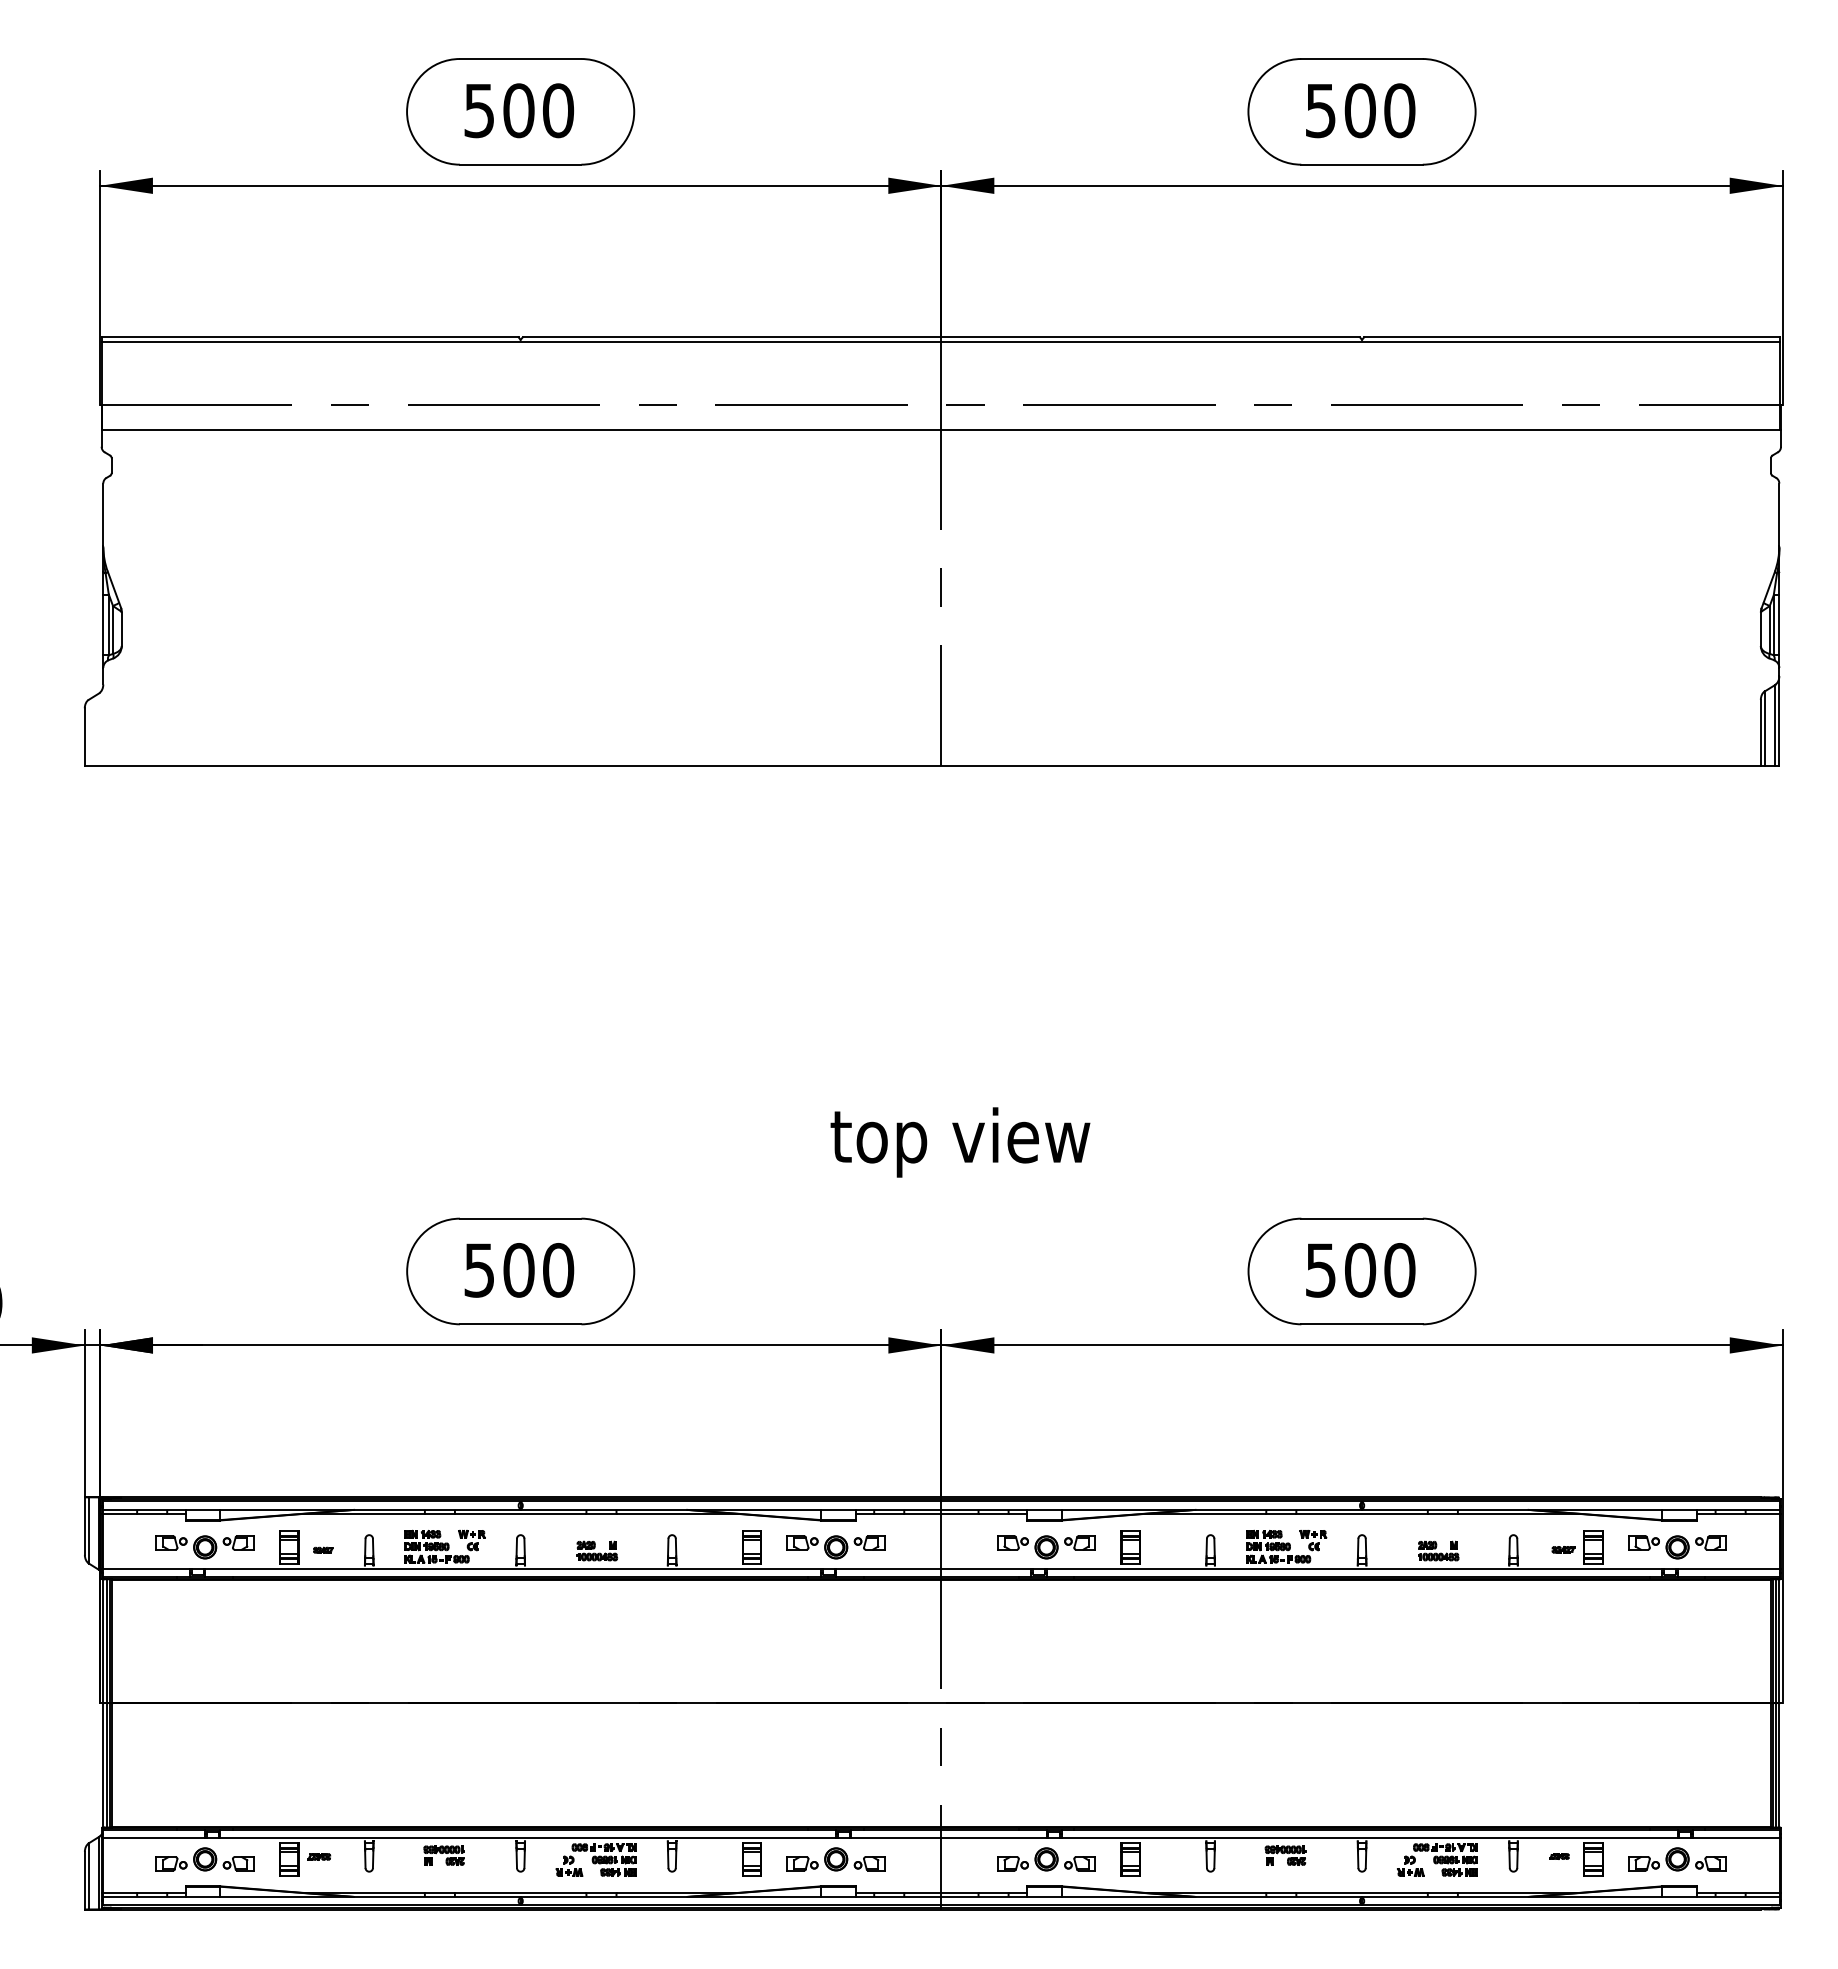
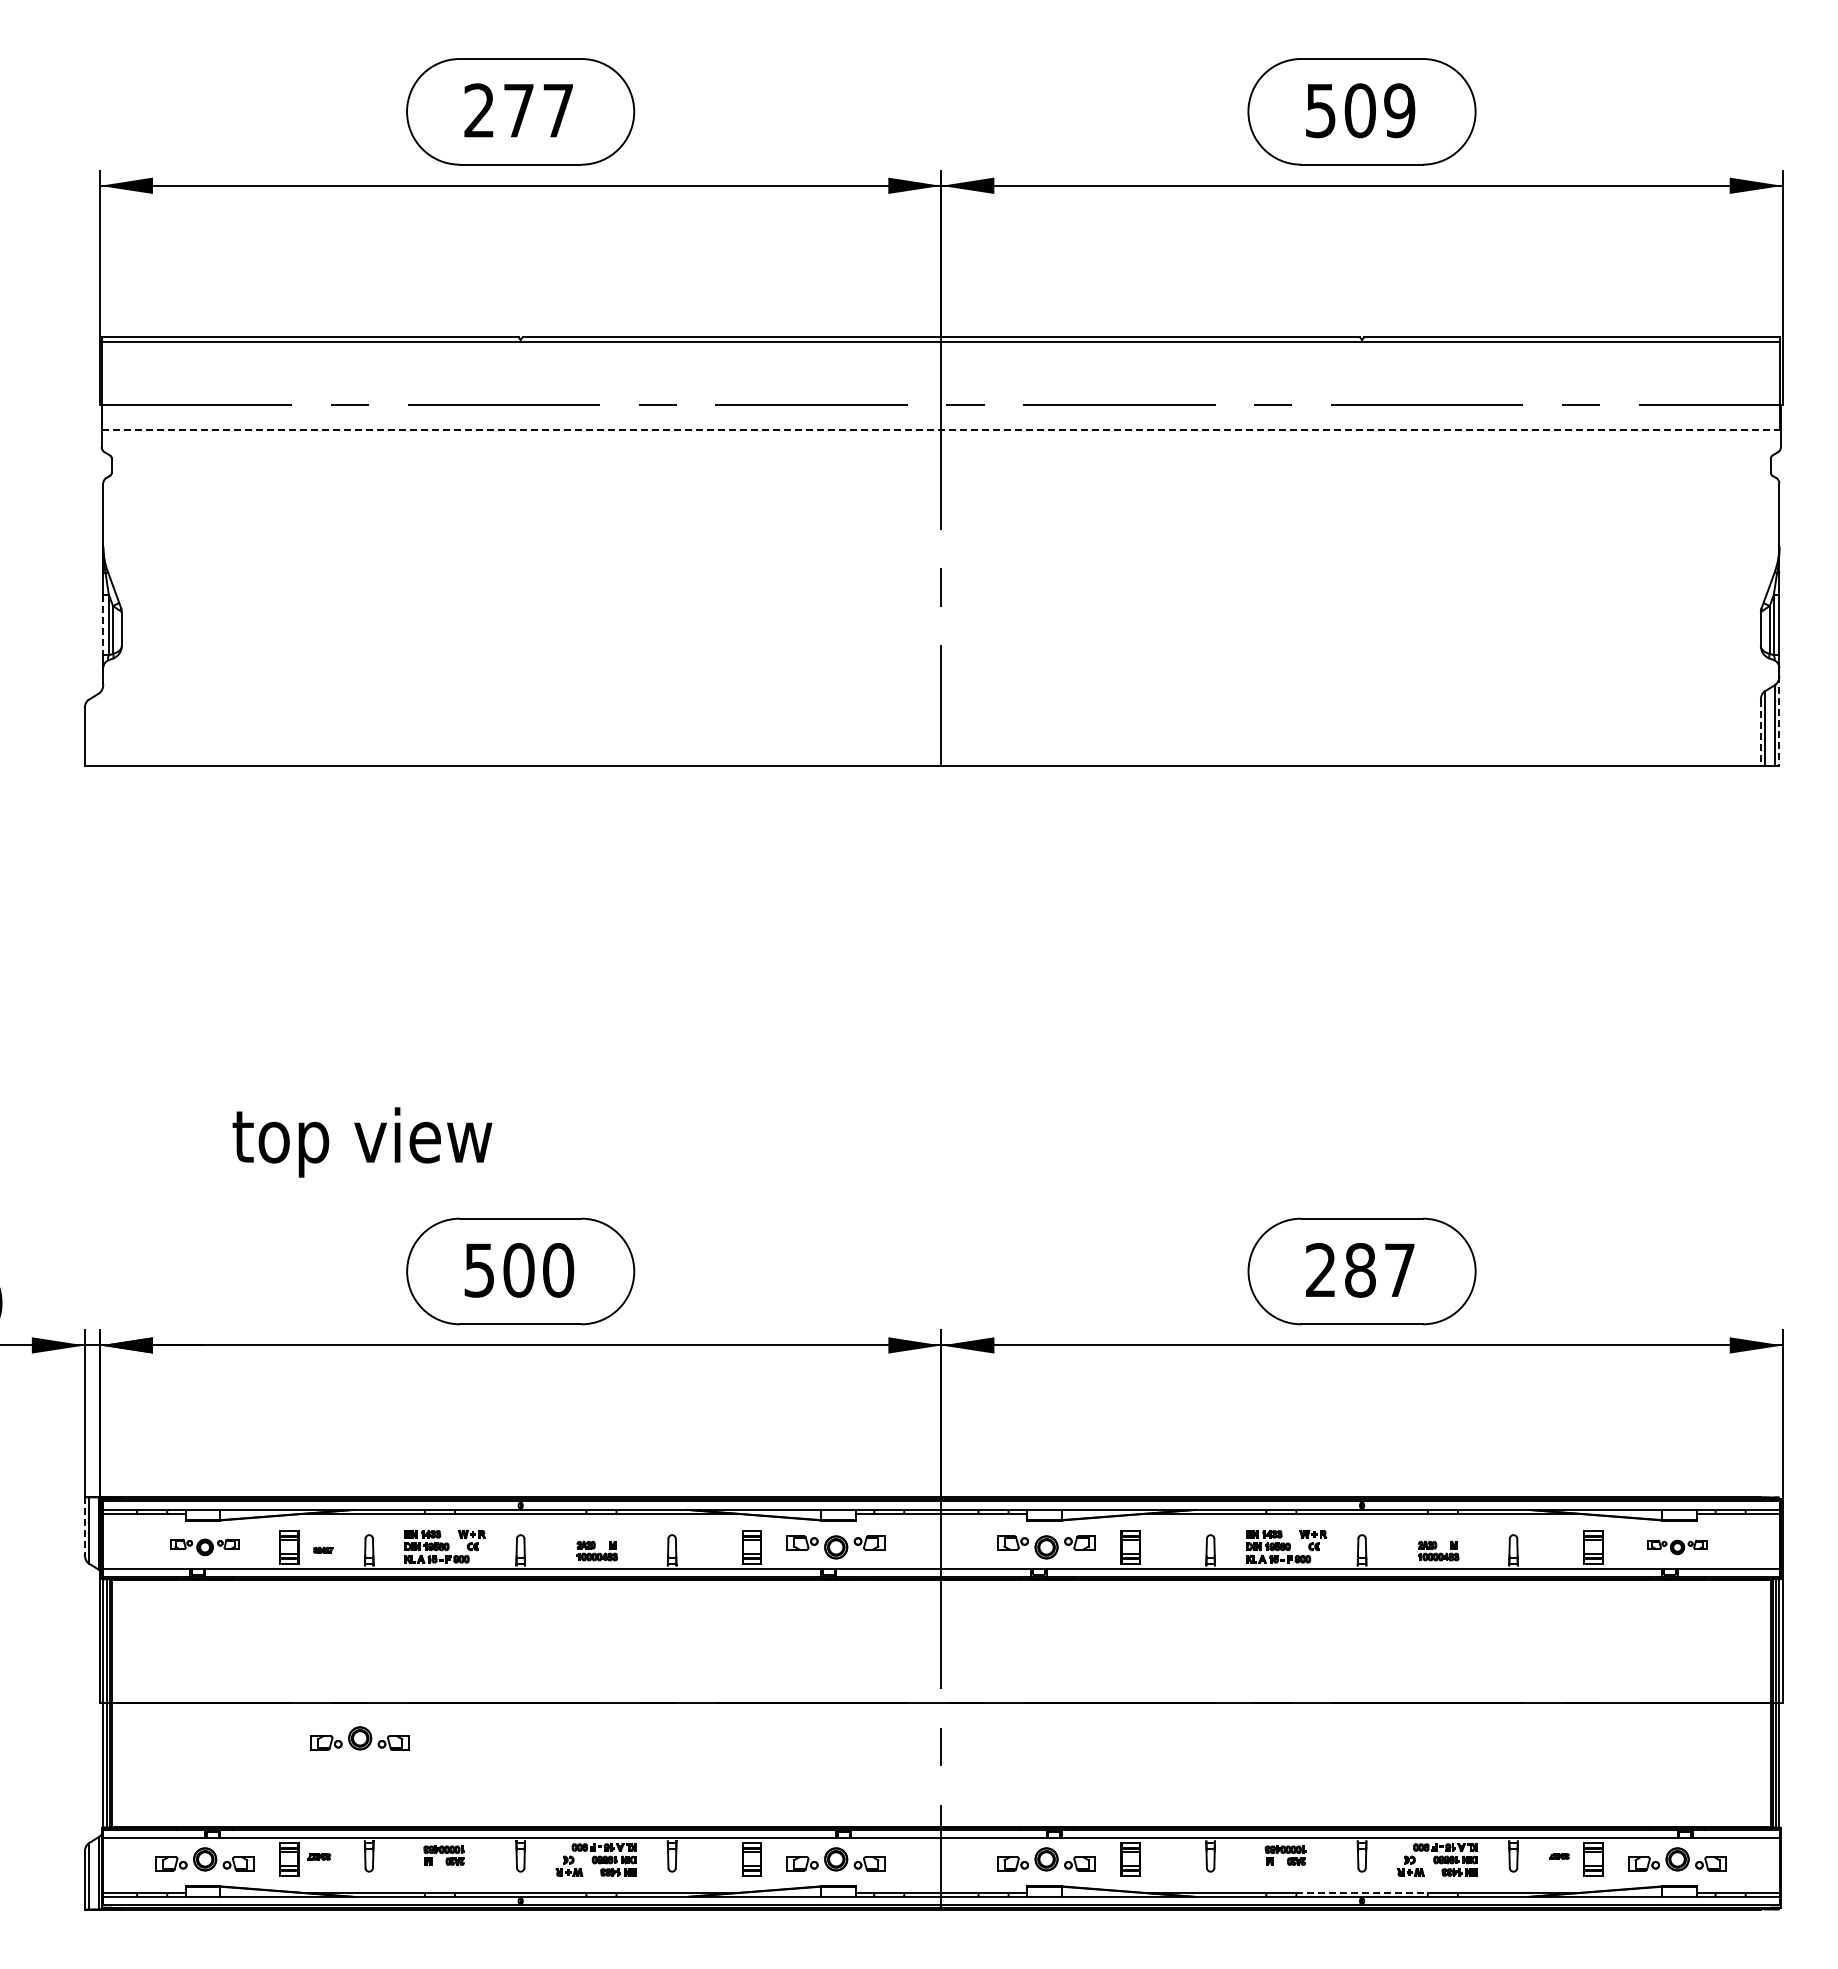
text at (519, 110): 500 -> 277
text at (1399, 110): 500 -> 509
line at (941, 429): solid -> dashed
line at (103, 625): solid -> dashed
line at (1779, 721): solid -> dashed
line at (1760, 733): solid -> dashed
text at (960, 1142) position: (960, 1142) -> (362, 1142)
text at (1360, 1270): 500 -> 287
line at (84, 1526): solid -> dashed
part at (204, 1547) size: 100x25 px -> 70x19 px
part at (1677, 1547) size: 99x25 px -> 61x16 px
part at (1563, 1549): present -> none
part at (359, 1738): none -> present
line at (1362, 1892): solid -> dashed
